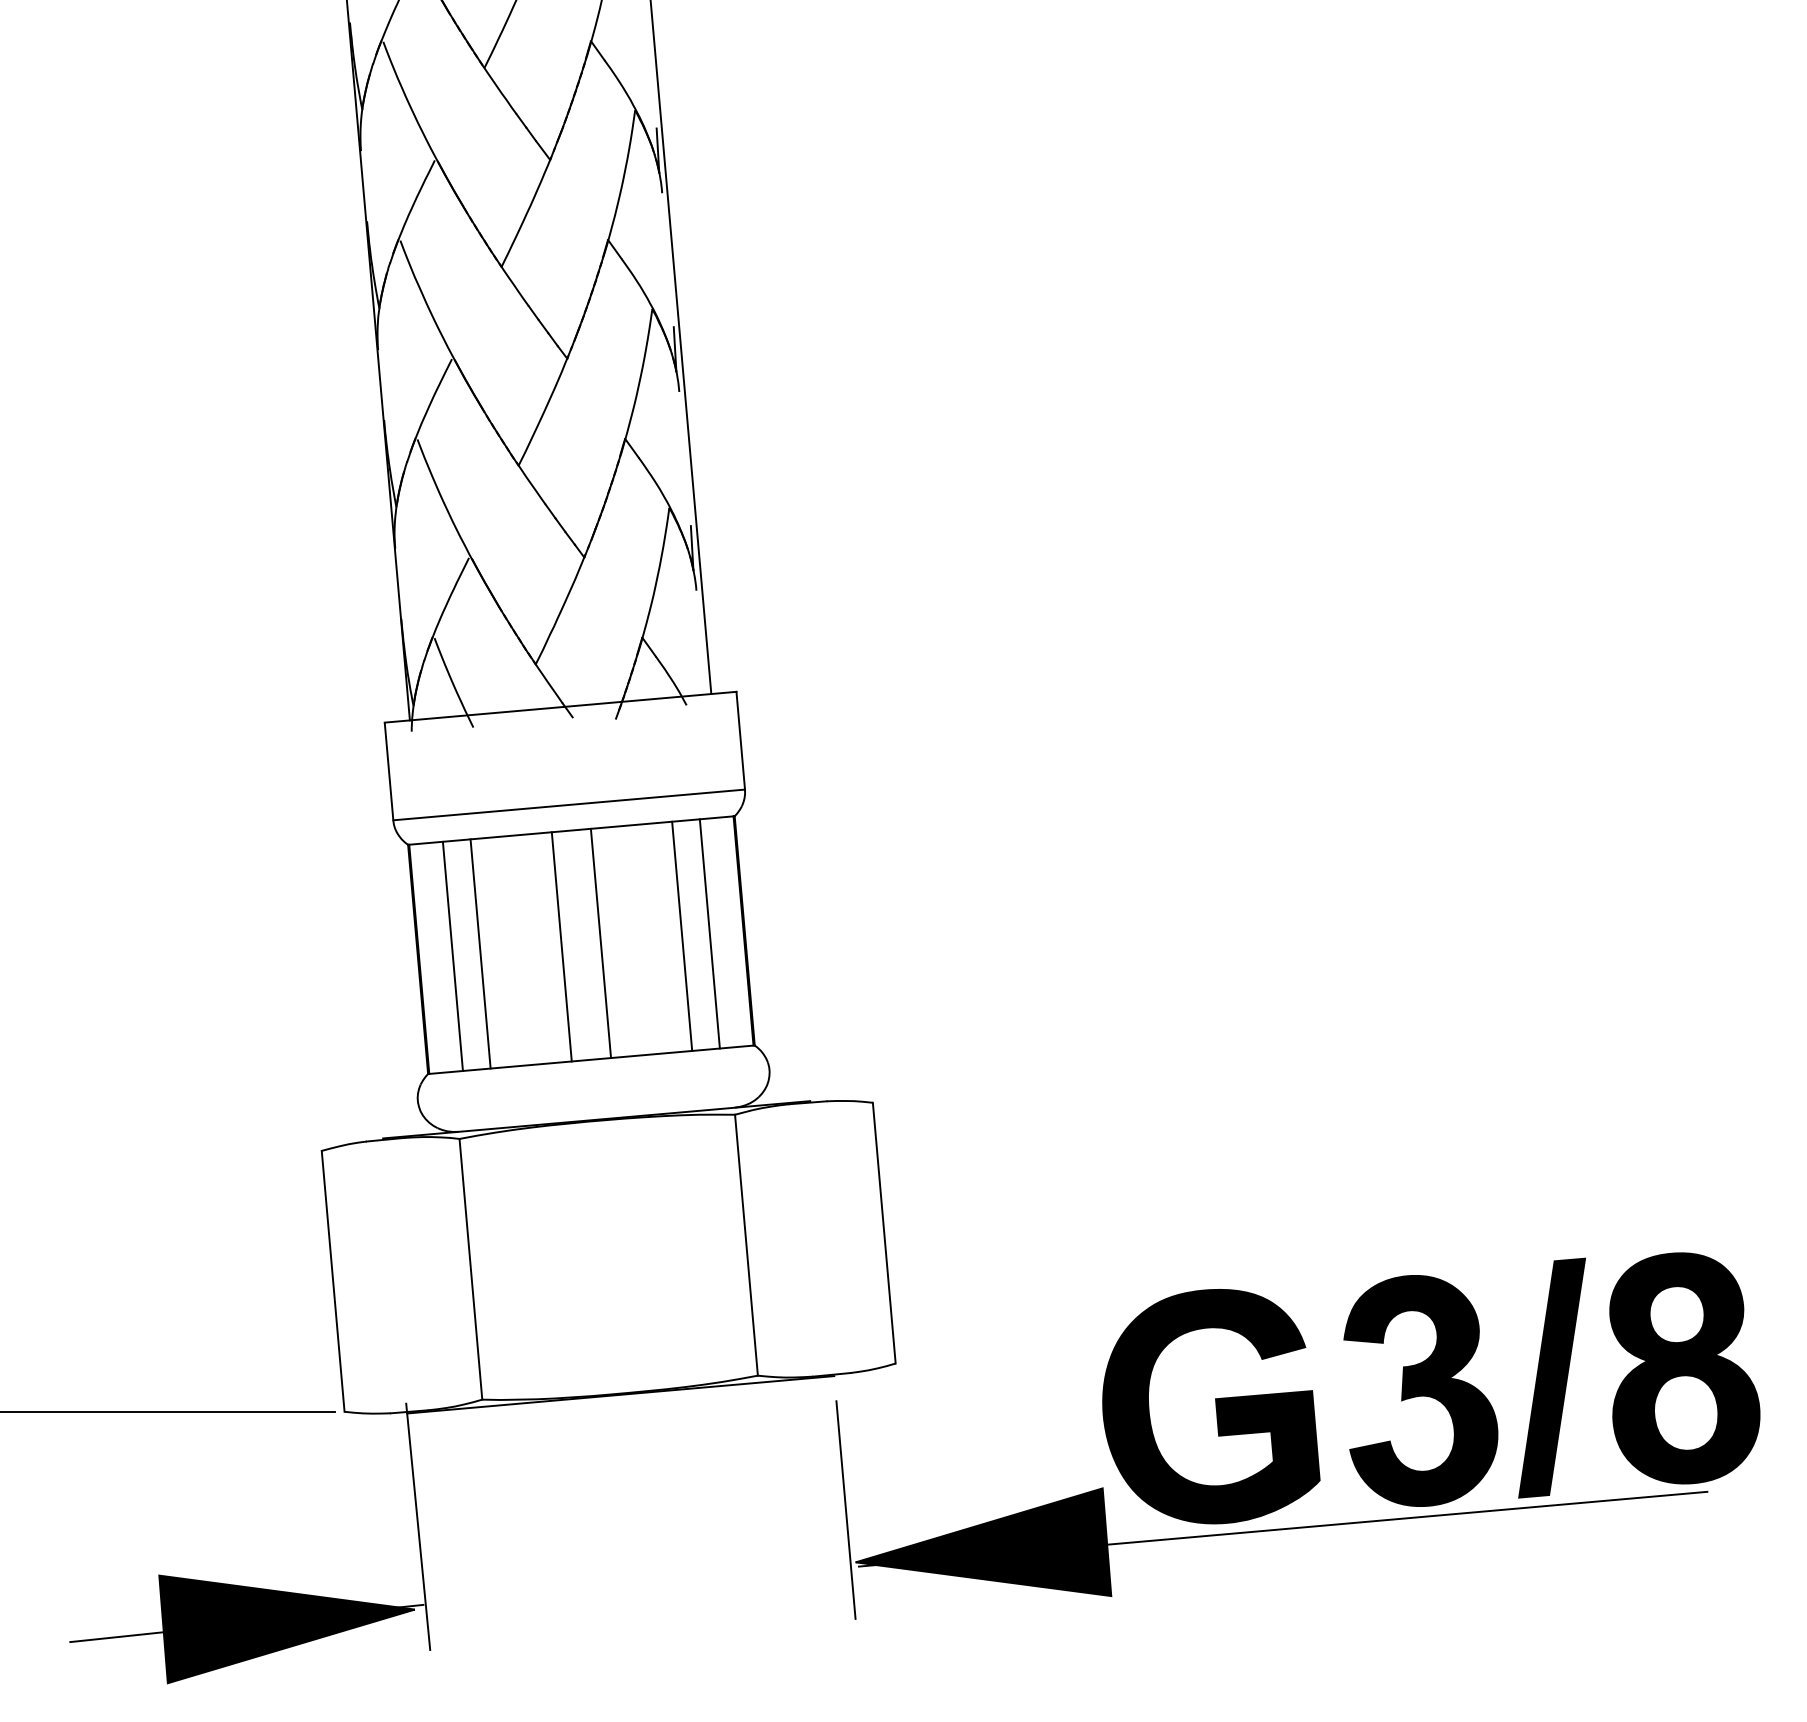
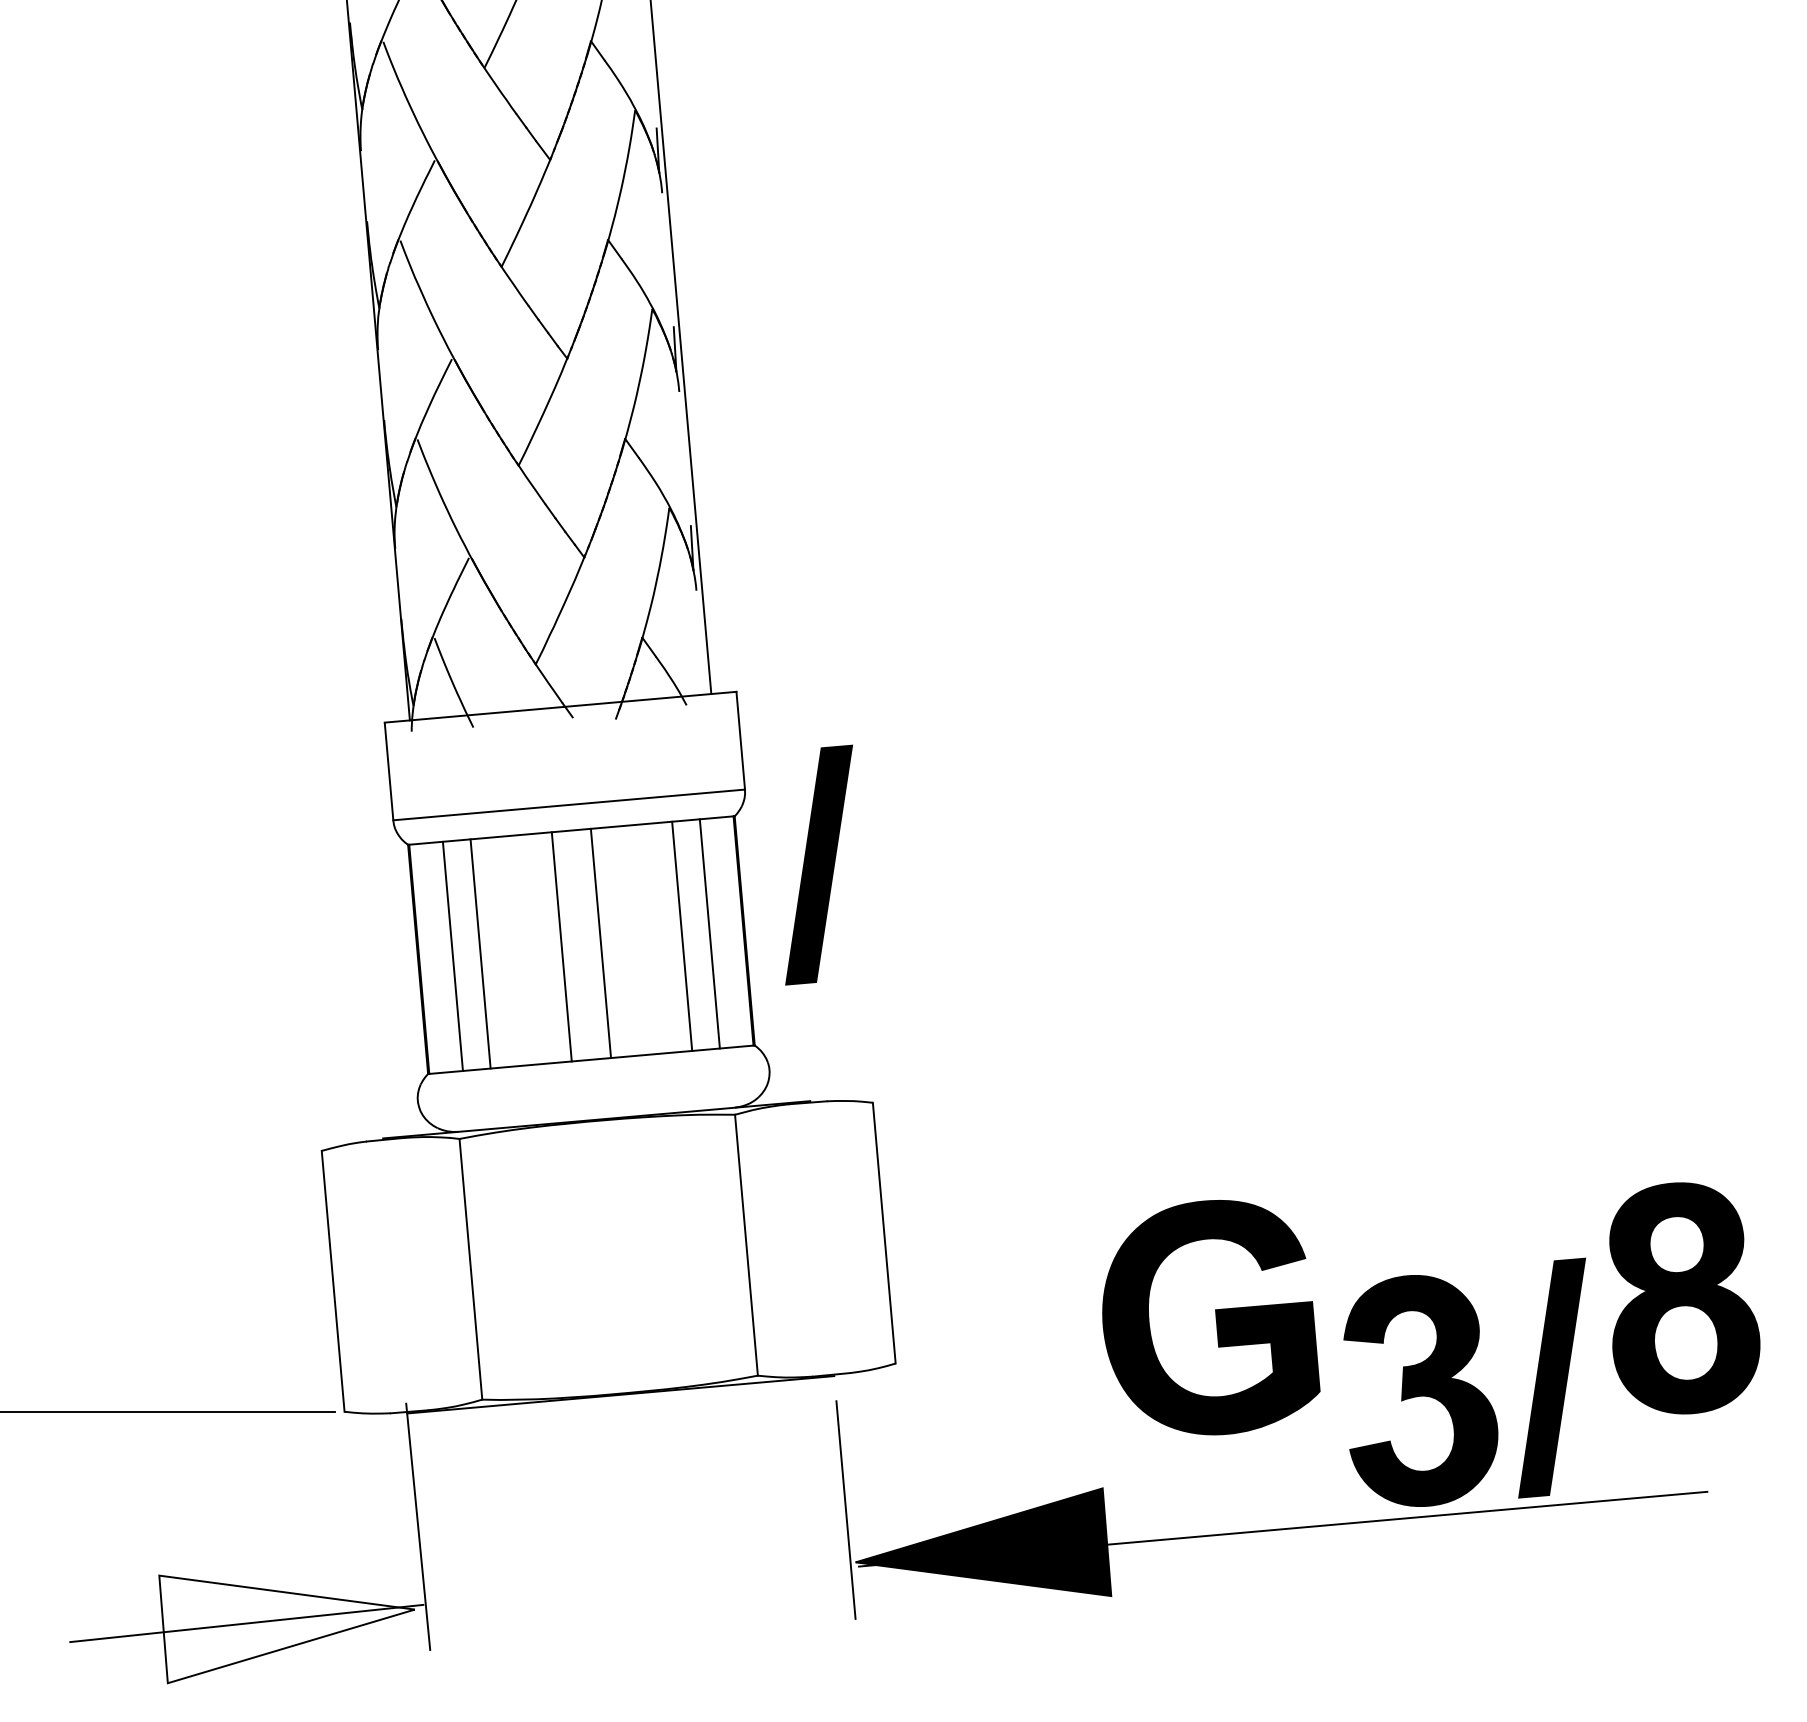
part at (818, 864): none -> present
part at (1684, 1368) position: (1684, 1368) -> (1684, 1298)
part at (1211, 1406) position: (1211, 1406) -> (1211, 1317)
fill at (286, 1629): present -> none
